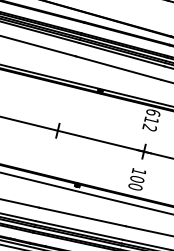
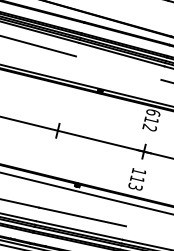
line at (118, 67): present -> none
text at (136, 182): 100 -> 113
line at (148, 230): present -> none
